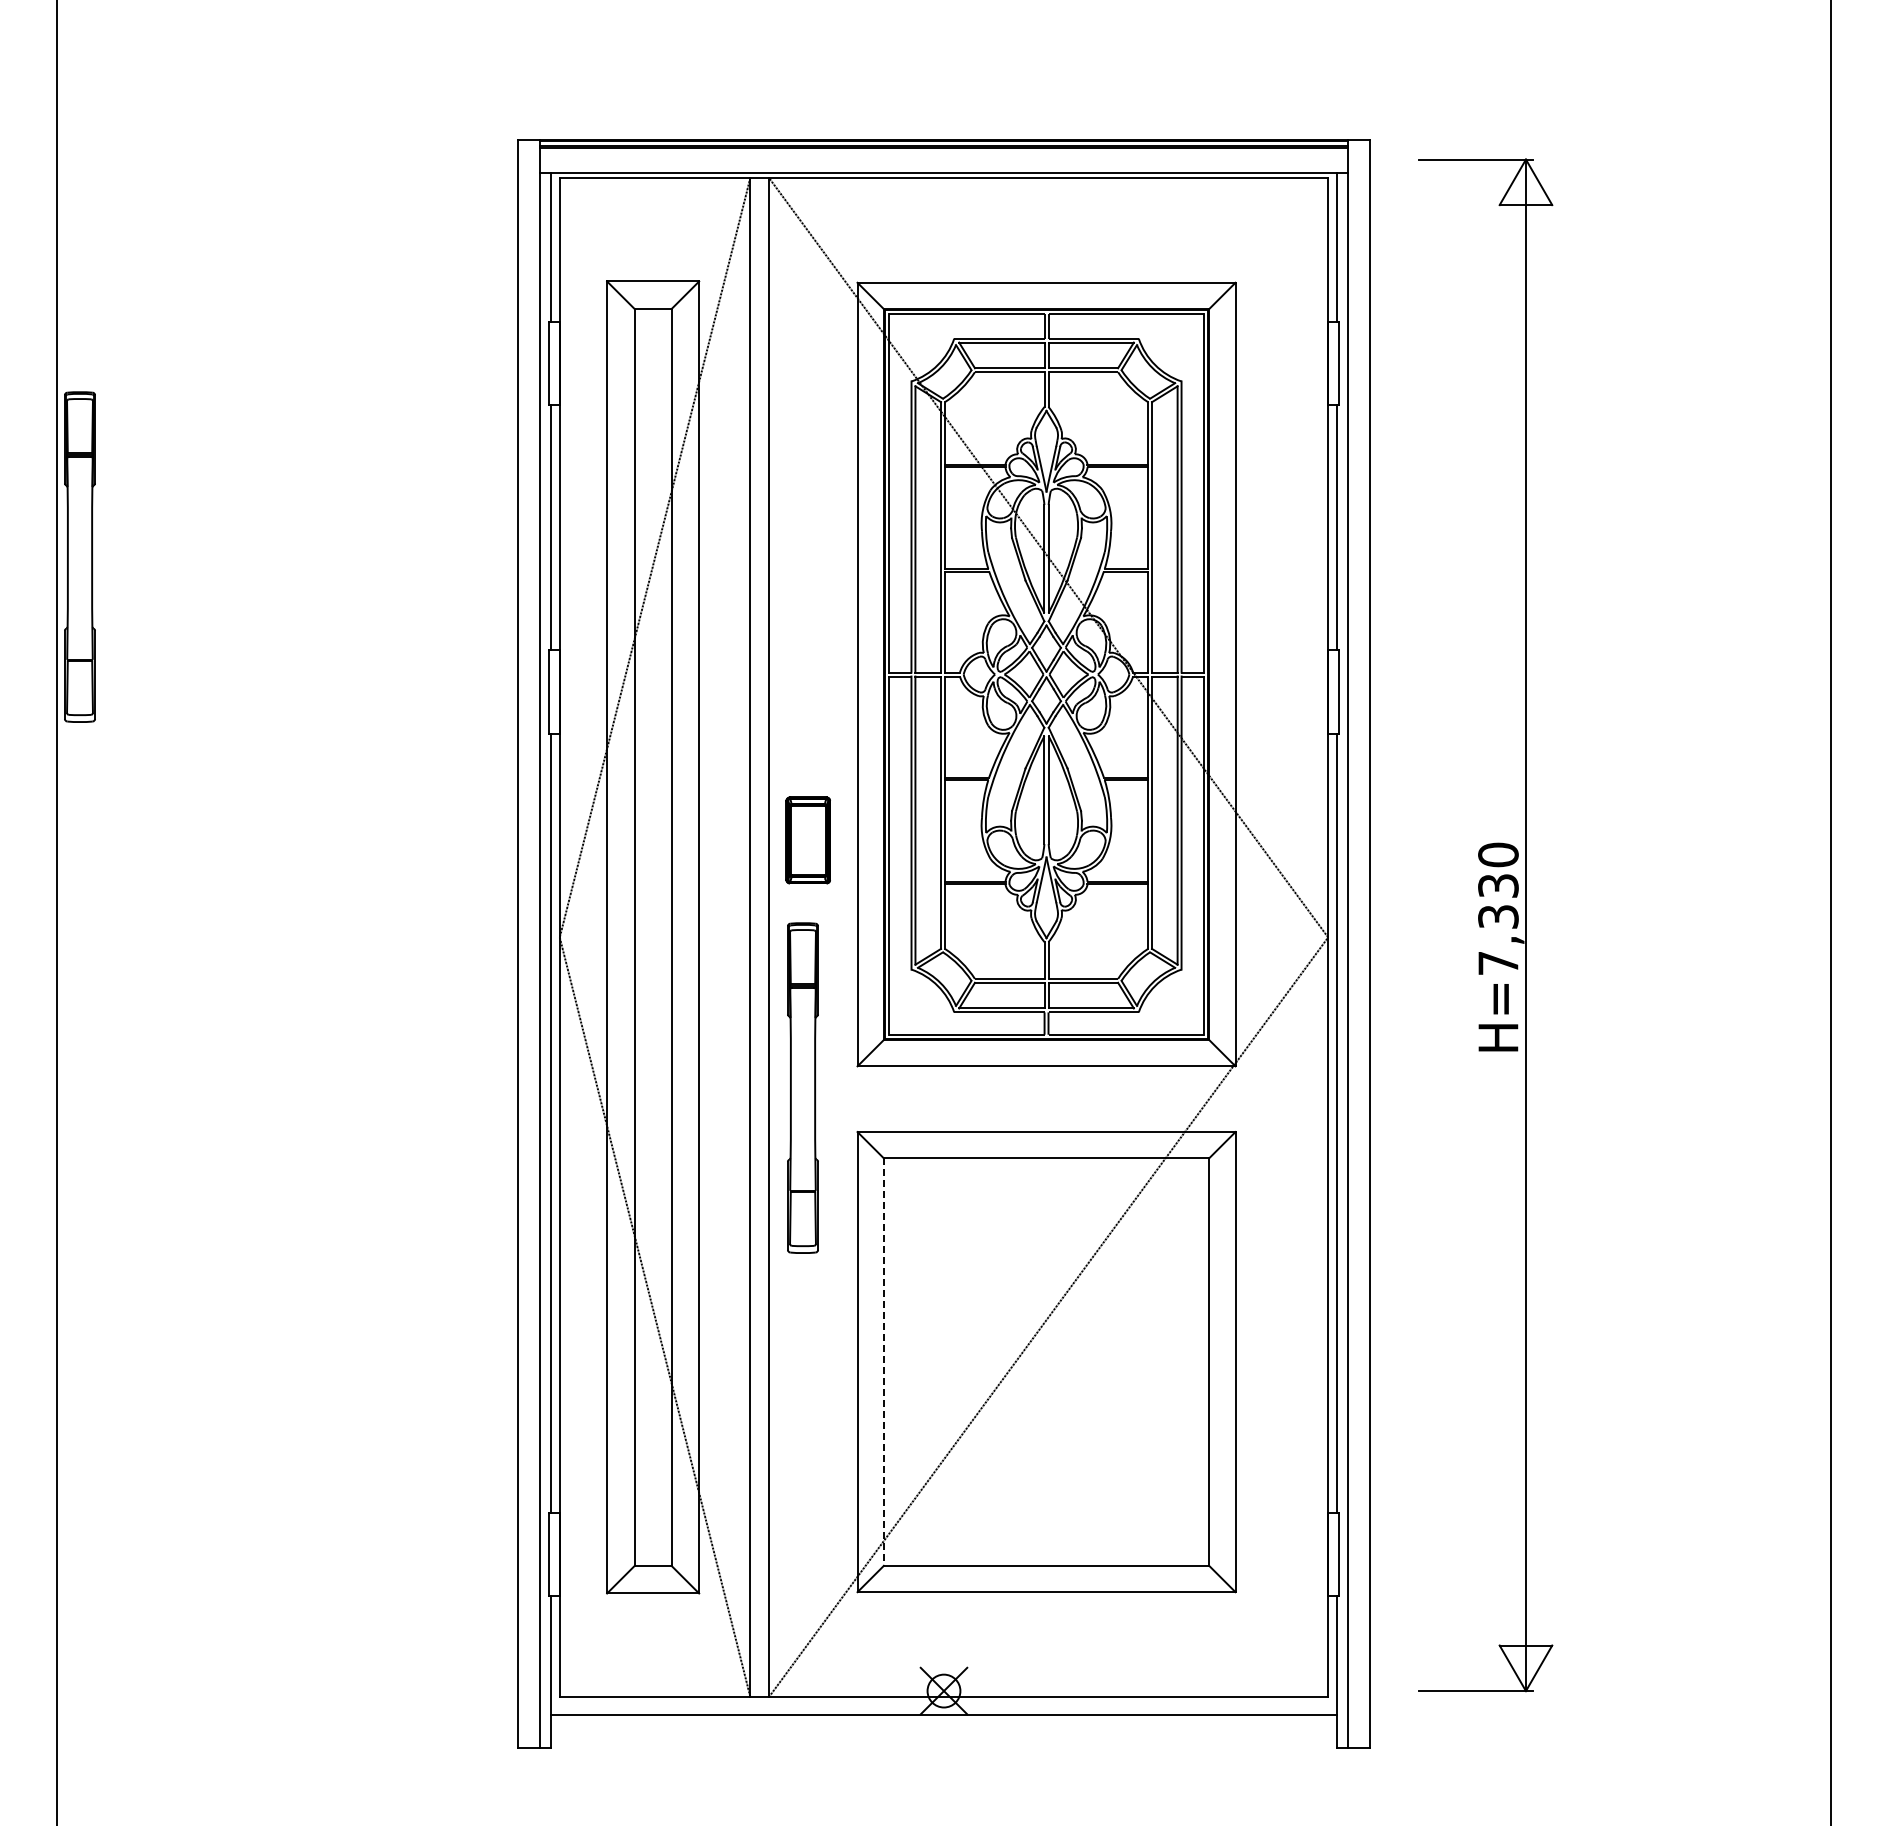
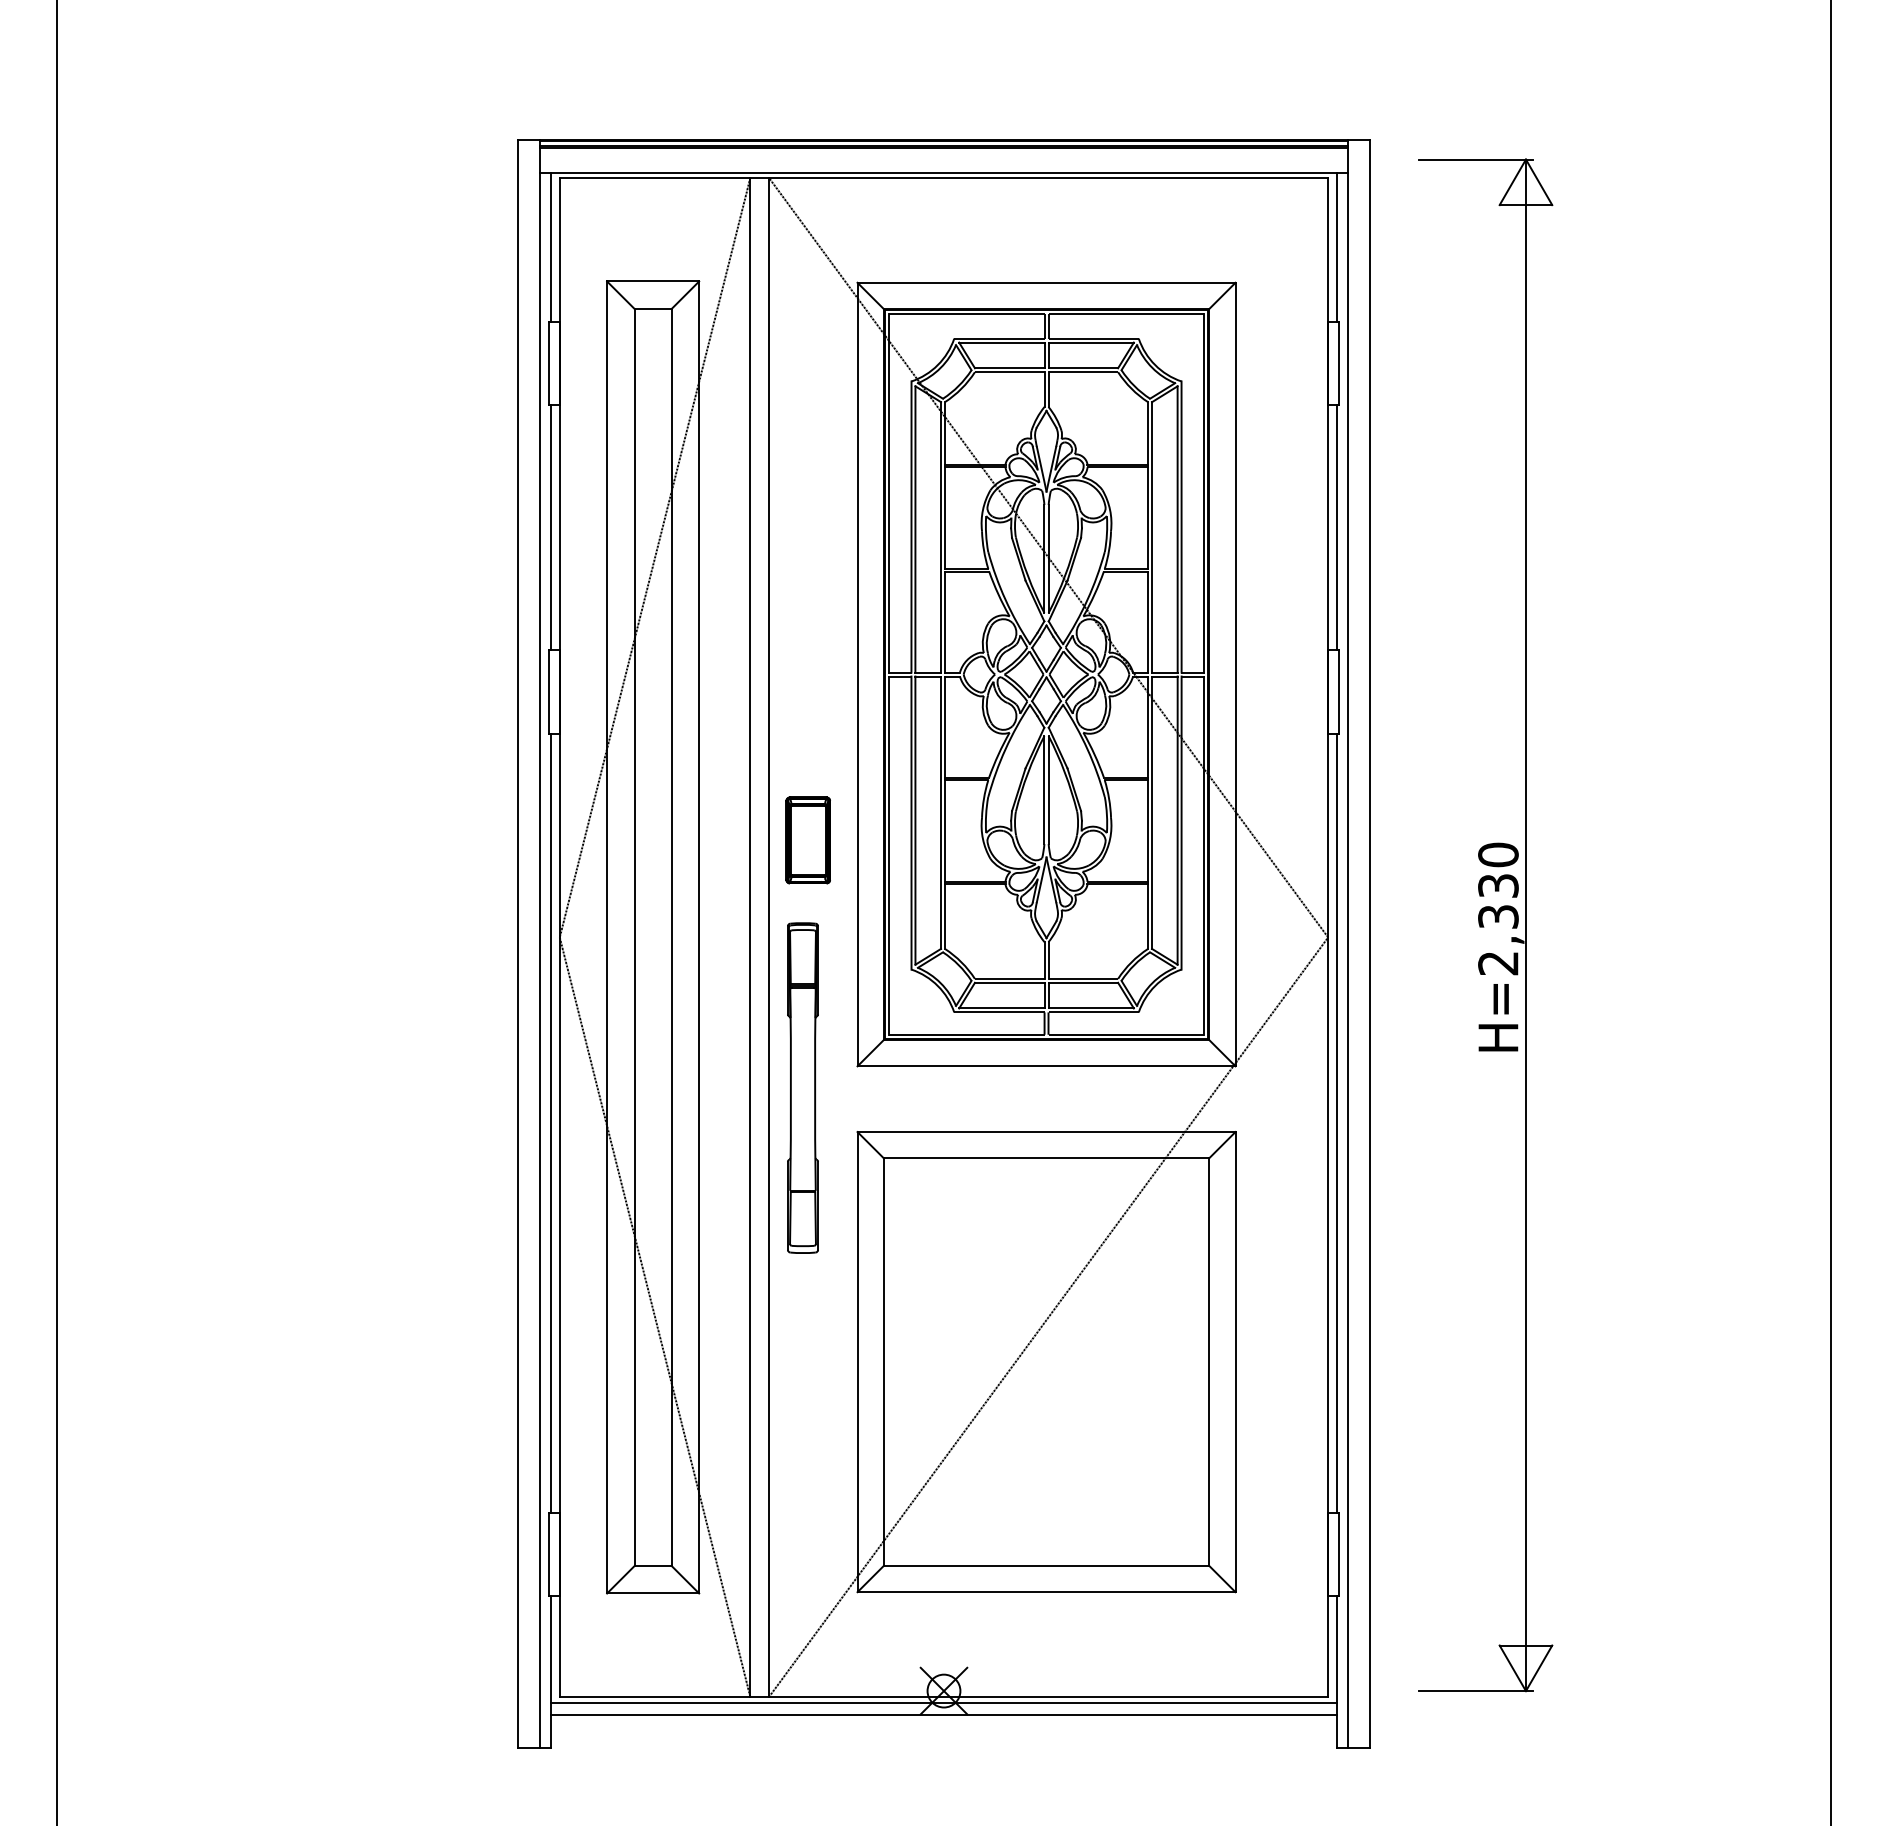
part at (79, 556): present -> none
text at (1498, 963): H=7,330 -> H=2,330
line at (883, 1362): dashed -> solid
line at (943, 1702): none -> present
